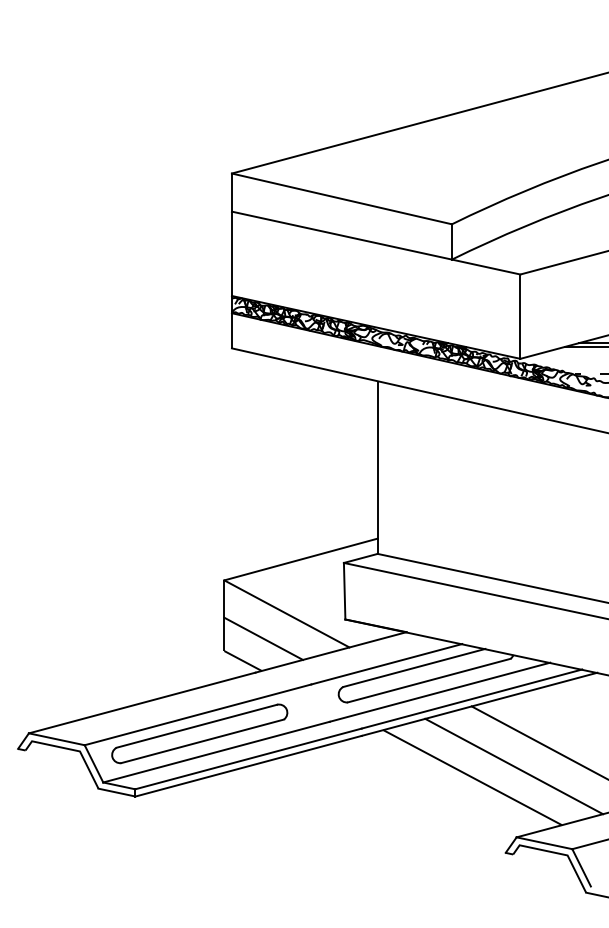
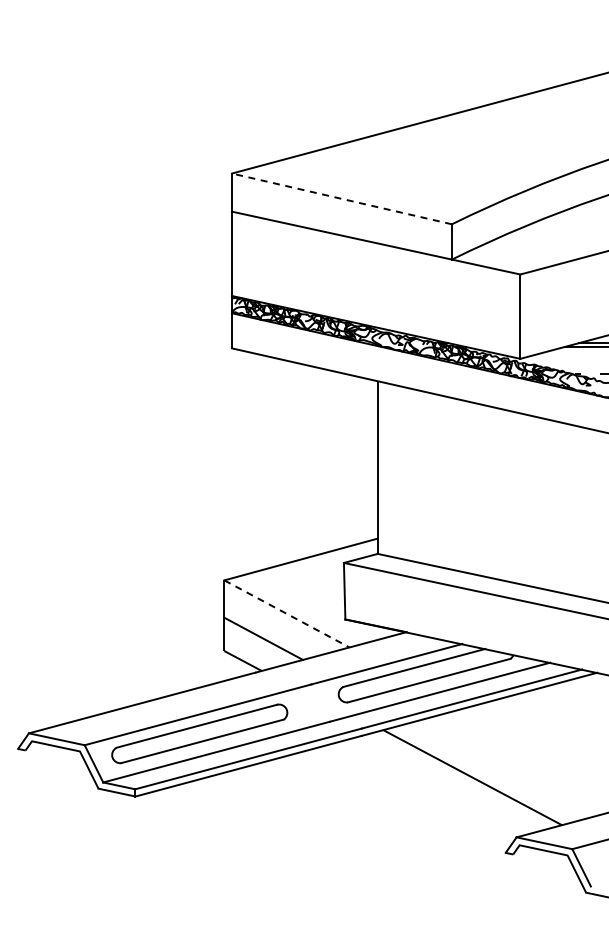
line at (341, 198): solid -> dashed
line at (286, 613): solid -> dashed
line at (538, 741): present -> none
line at (514, 766): present -> none
